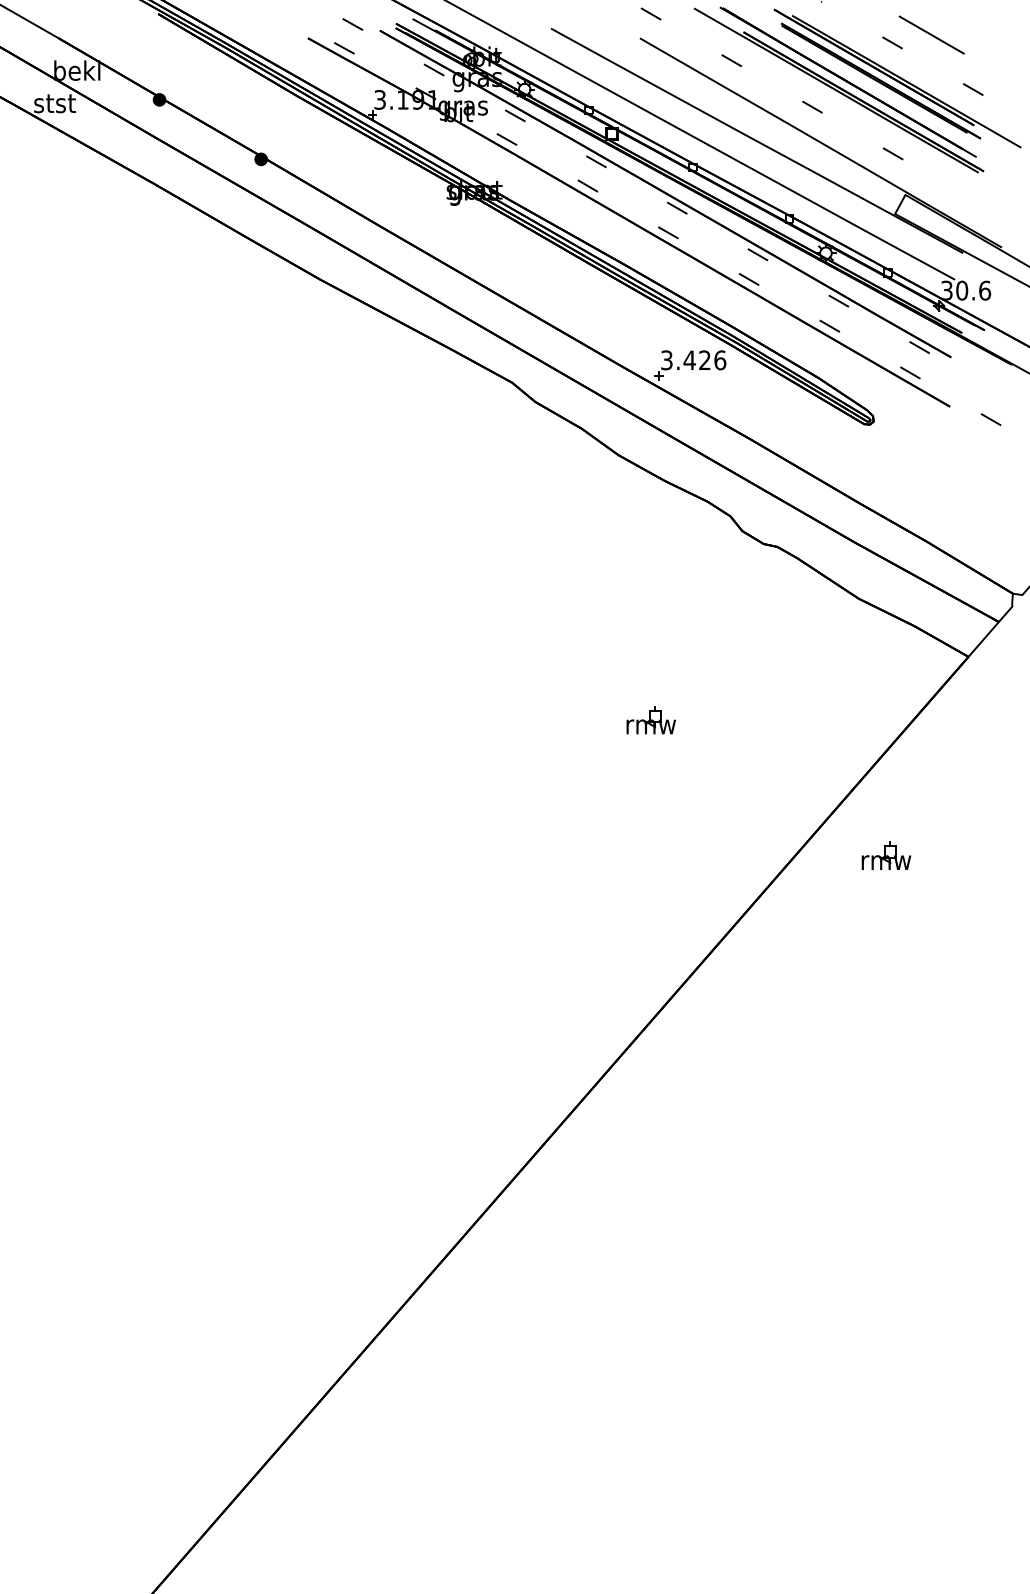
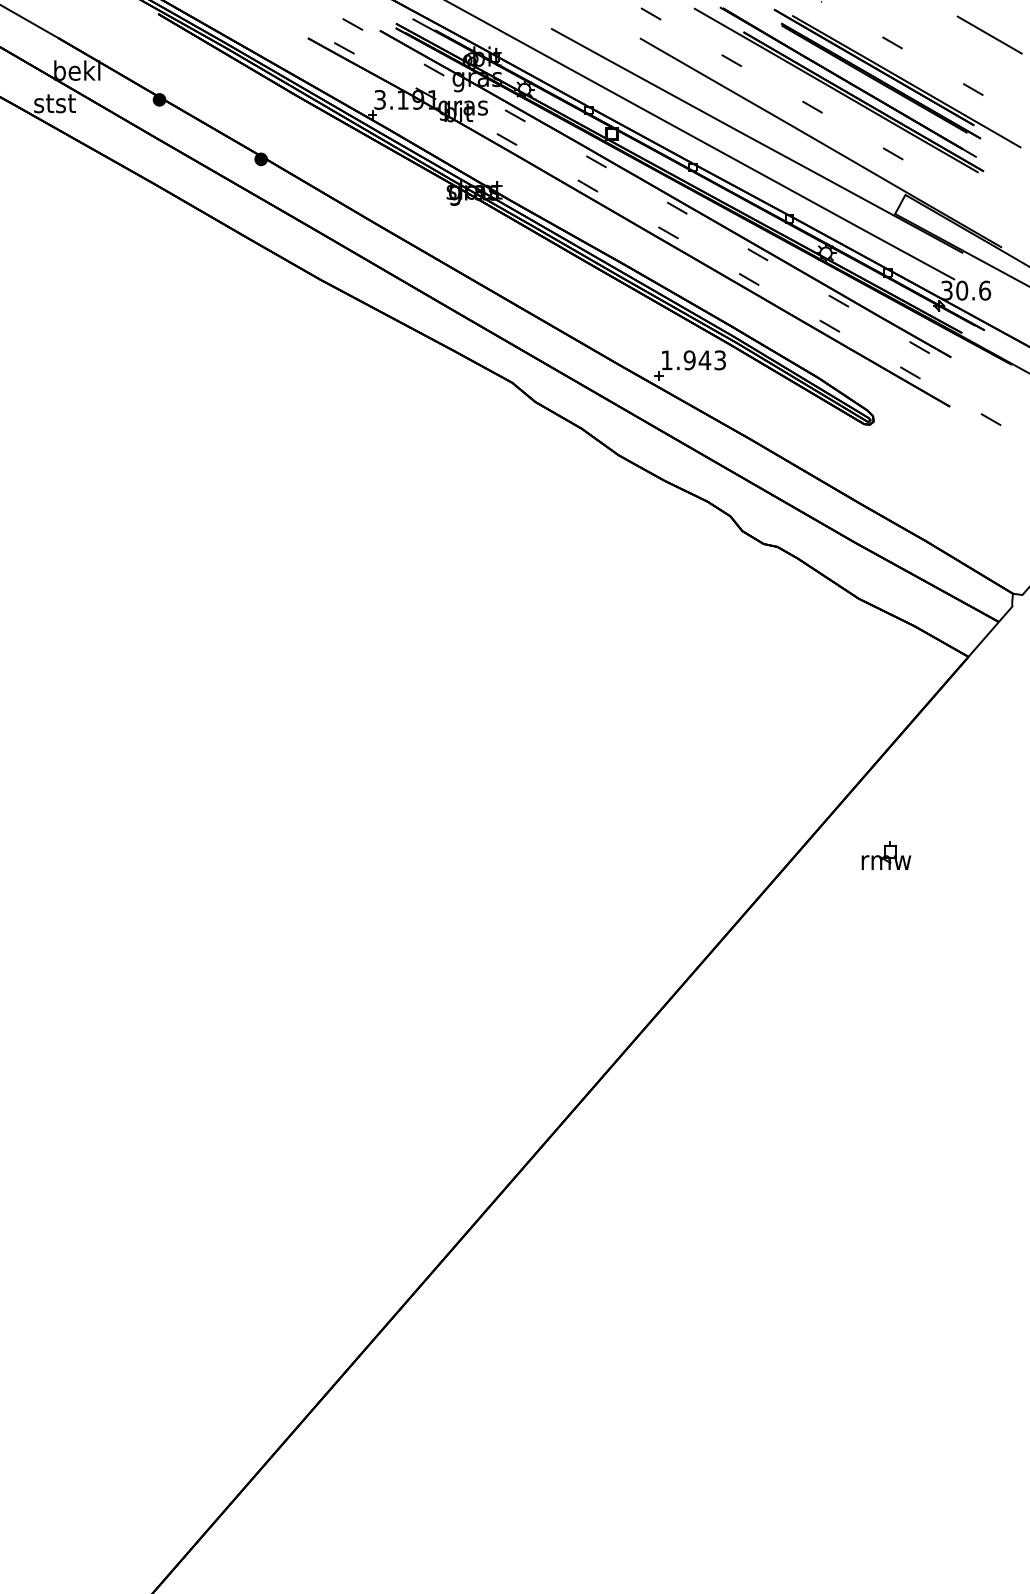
line at (931, 34) position: (931, 34) -> (989, 34)
text at (693, 360): 3.426 -> 1.943
part at (650, 720): present -> none
